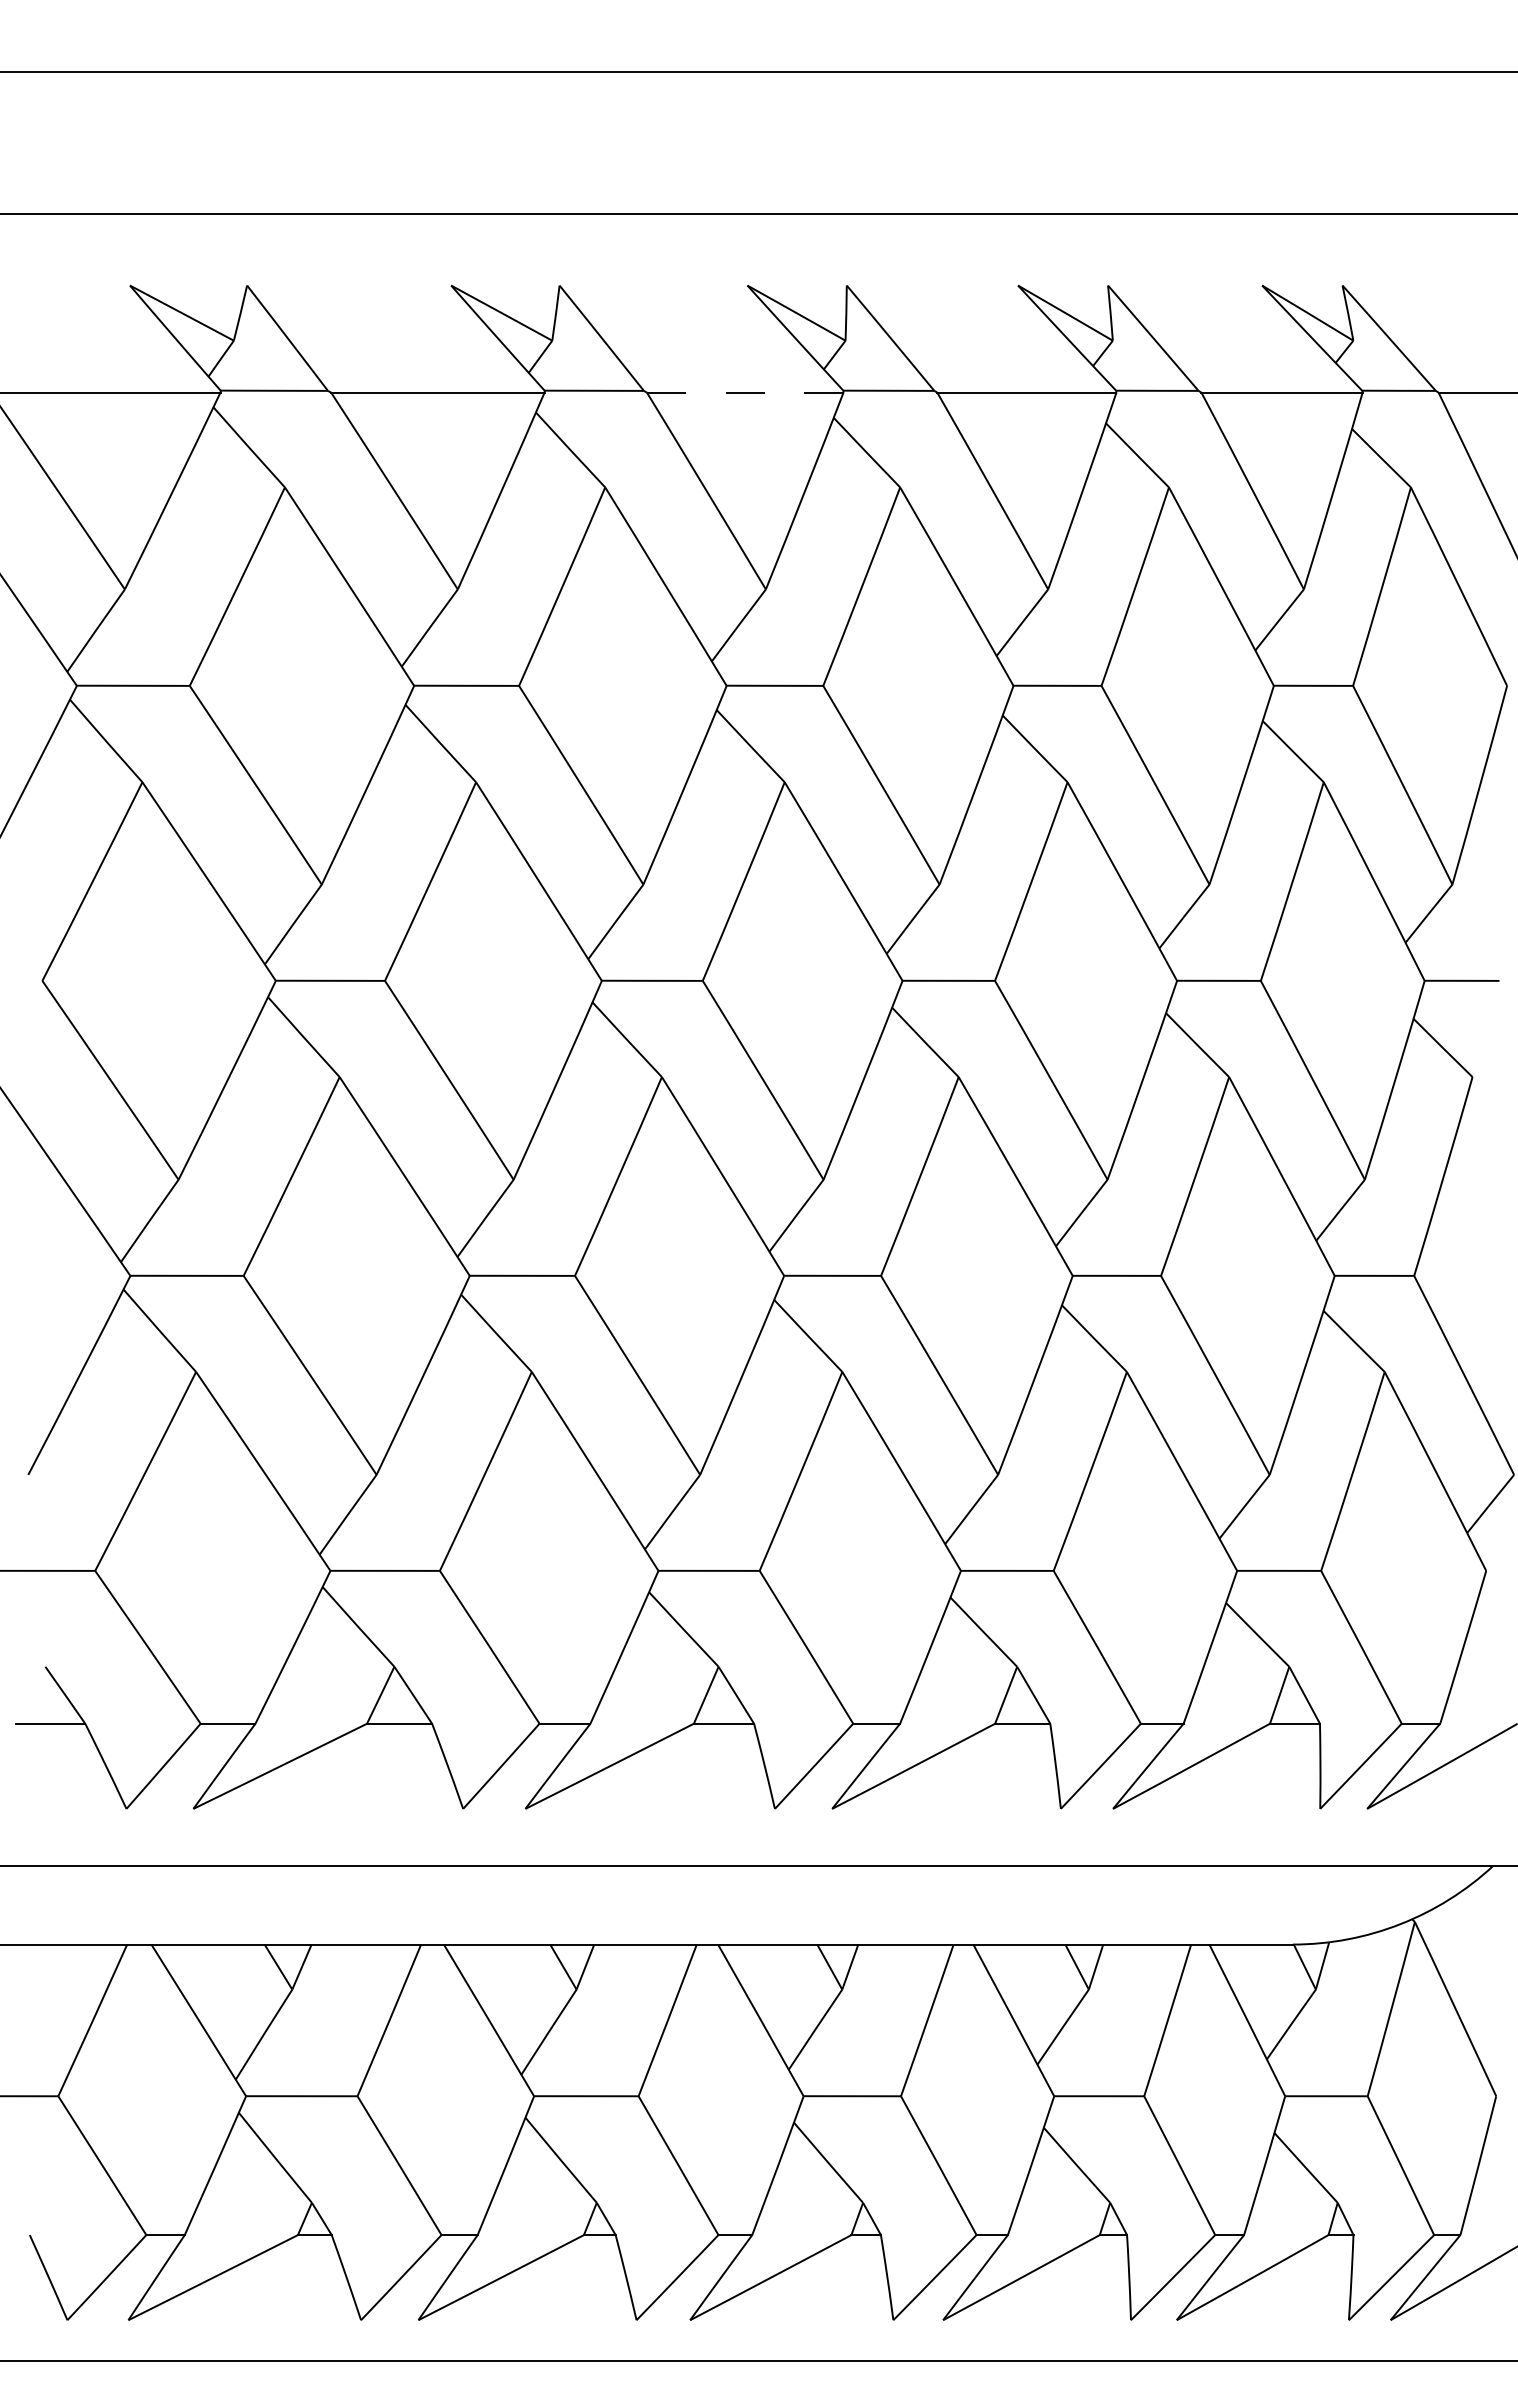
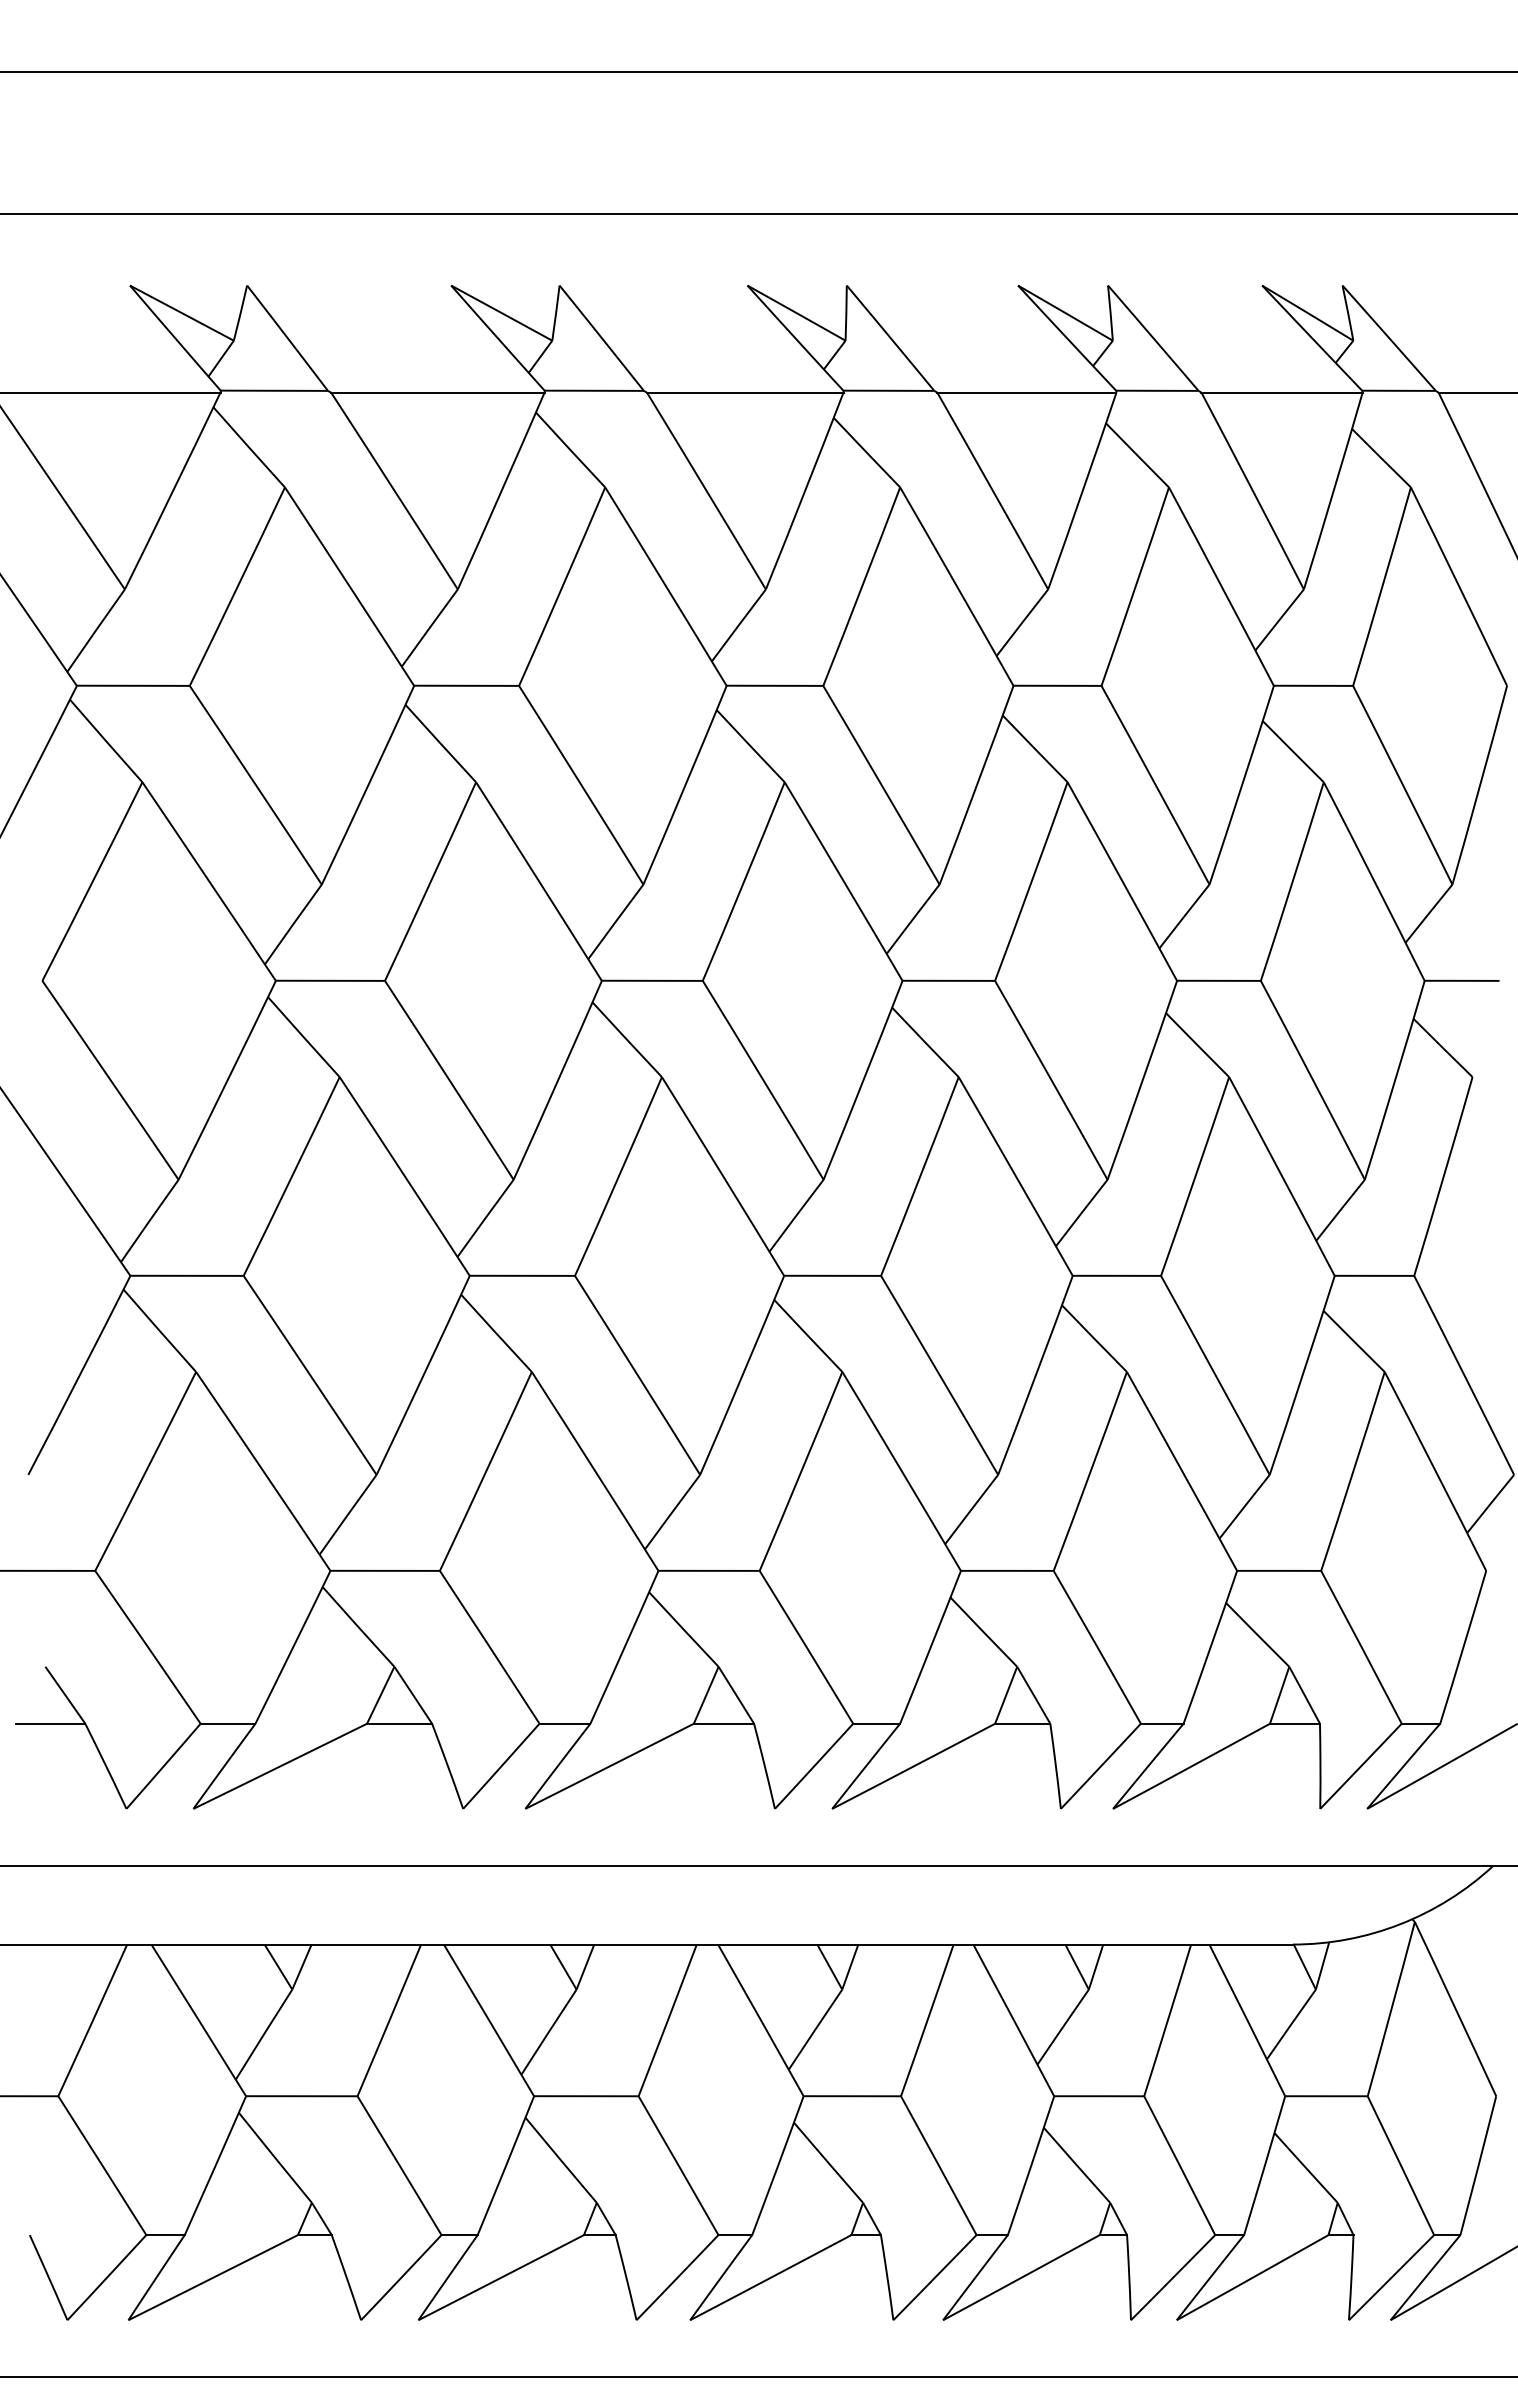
line at (745, 392): dashed -> solid
line at (758, 2361) position: (758, 2361) -> (758, 2377)
